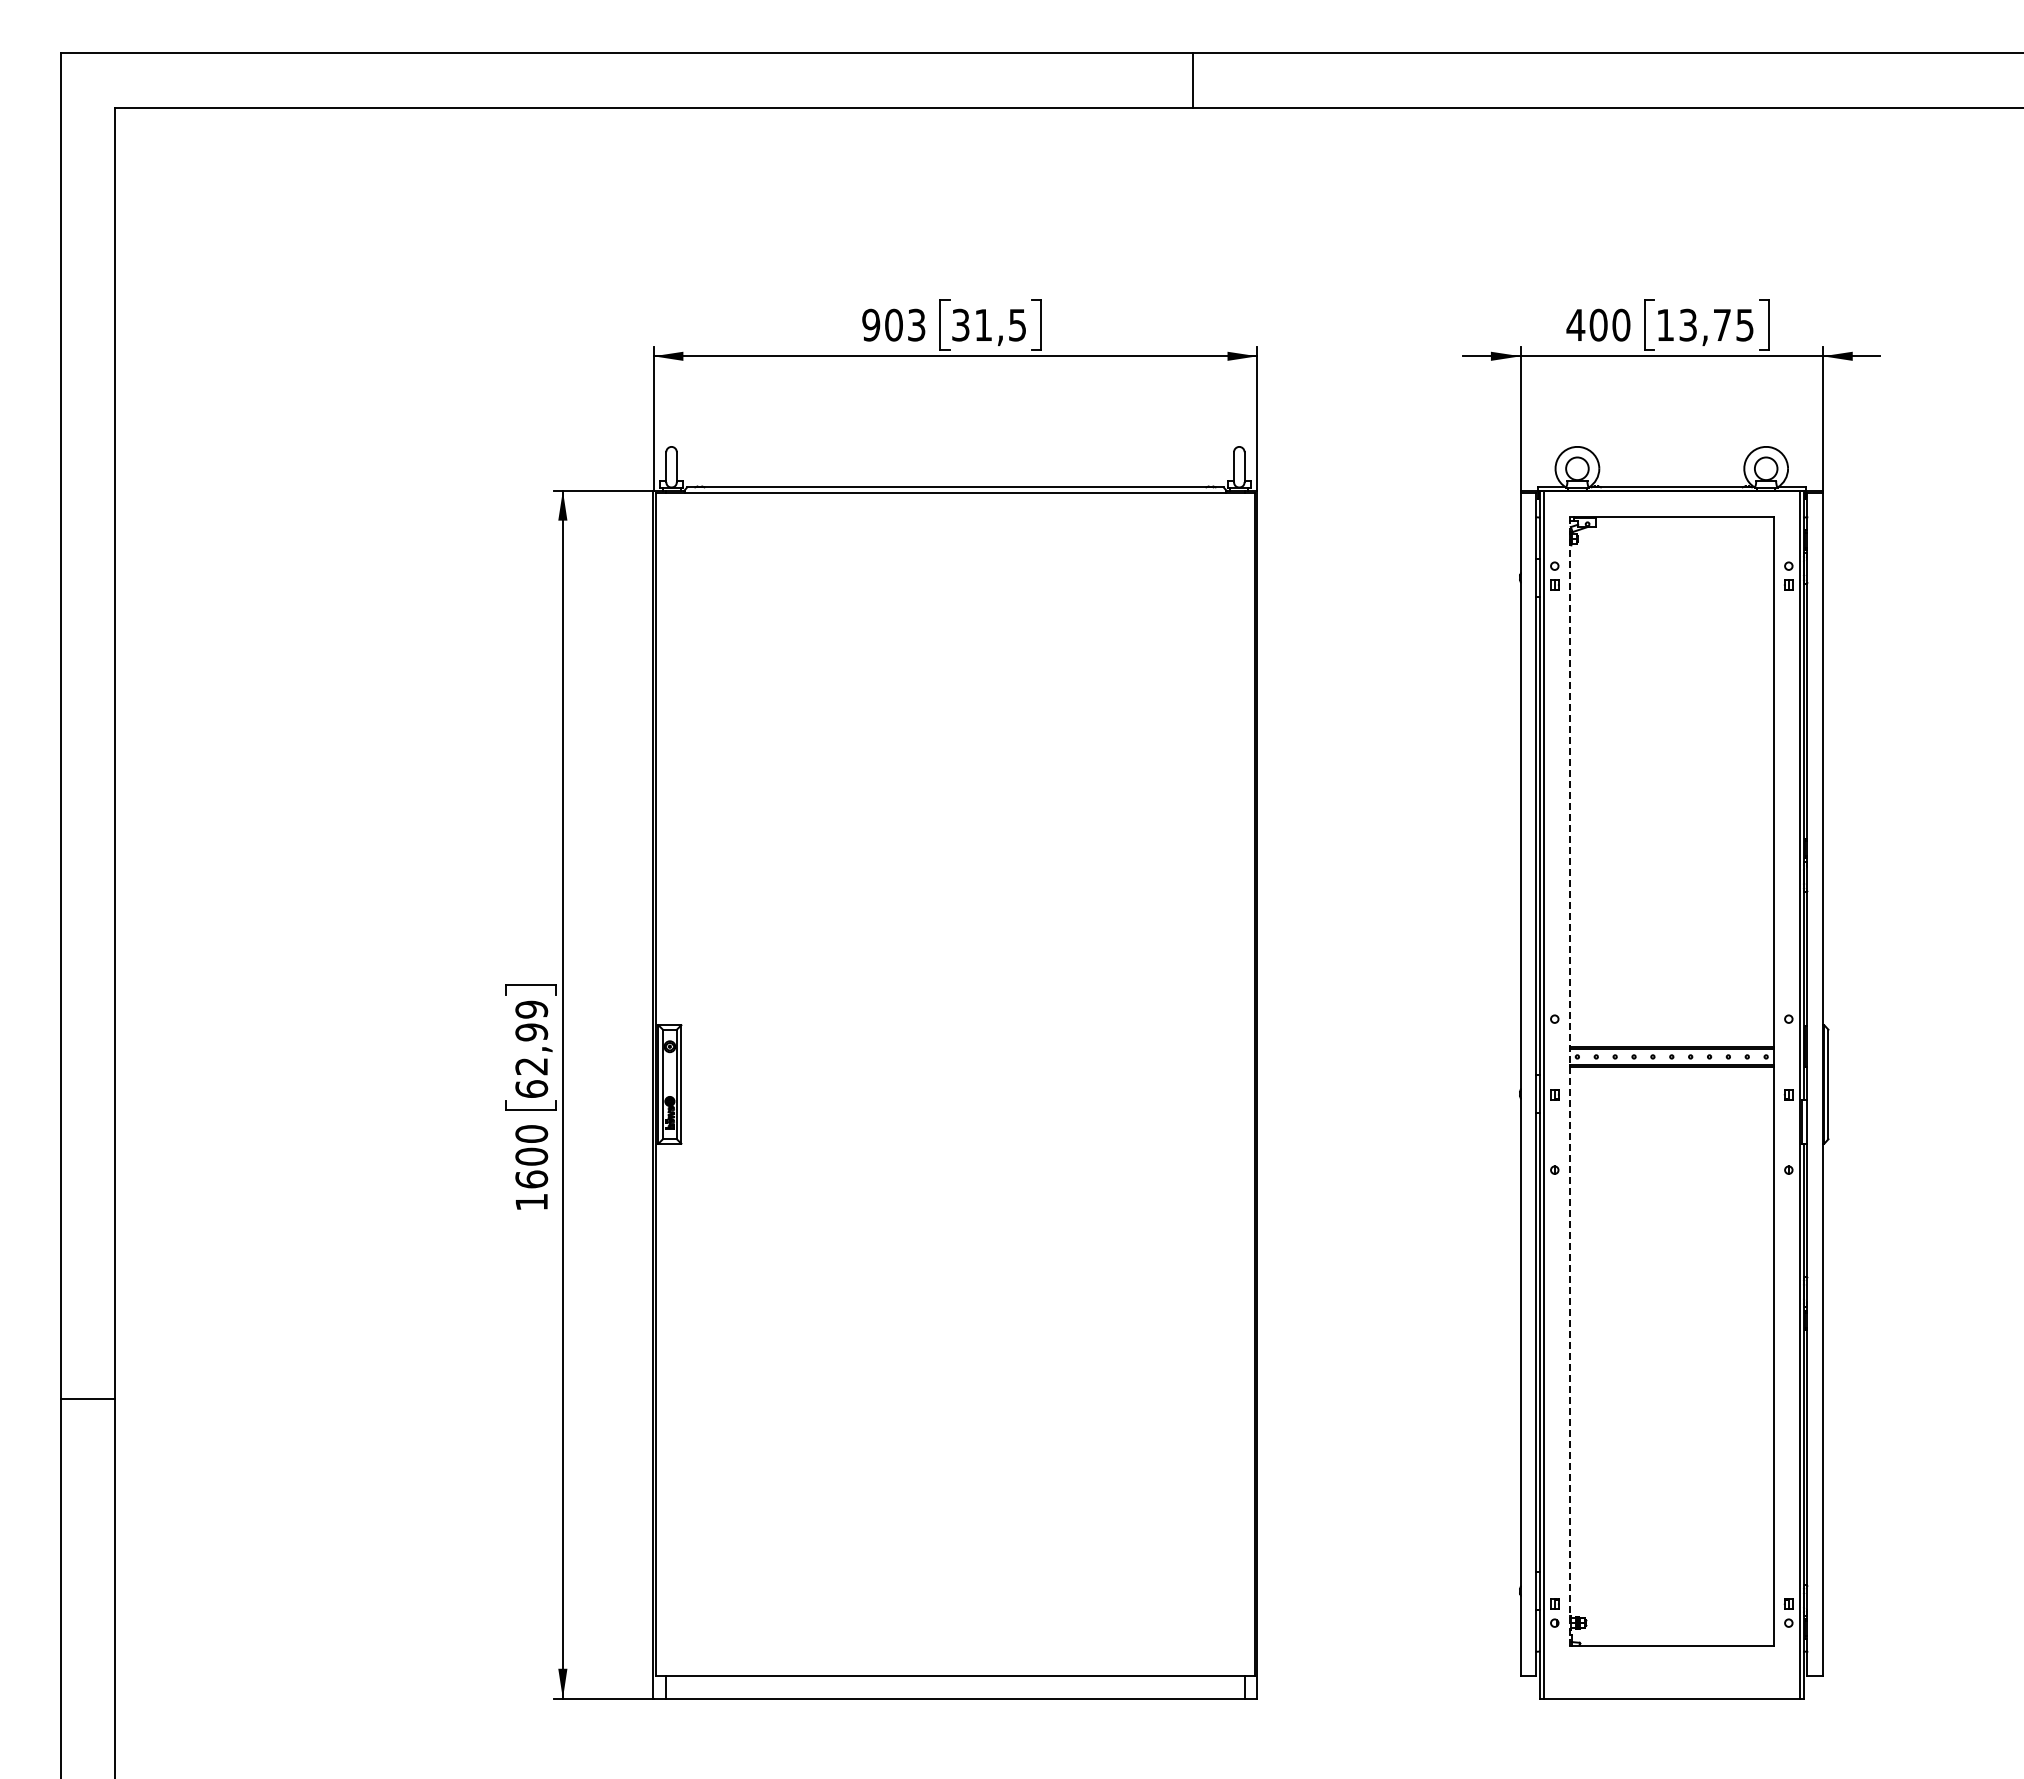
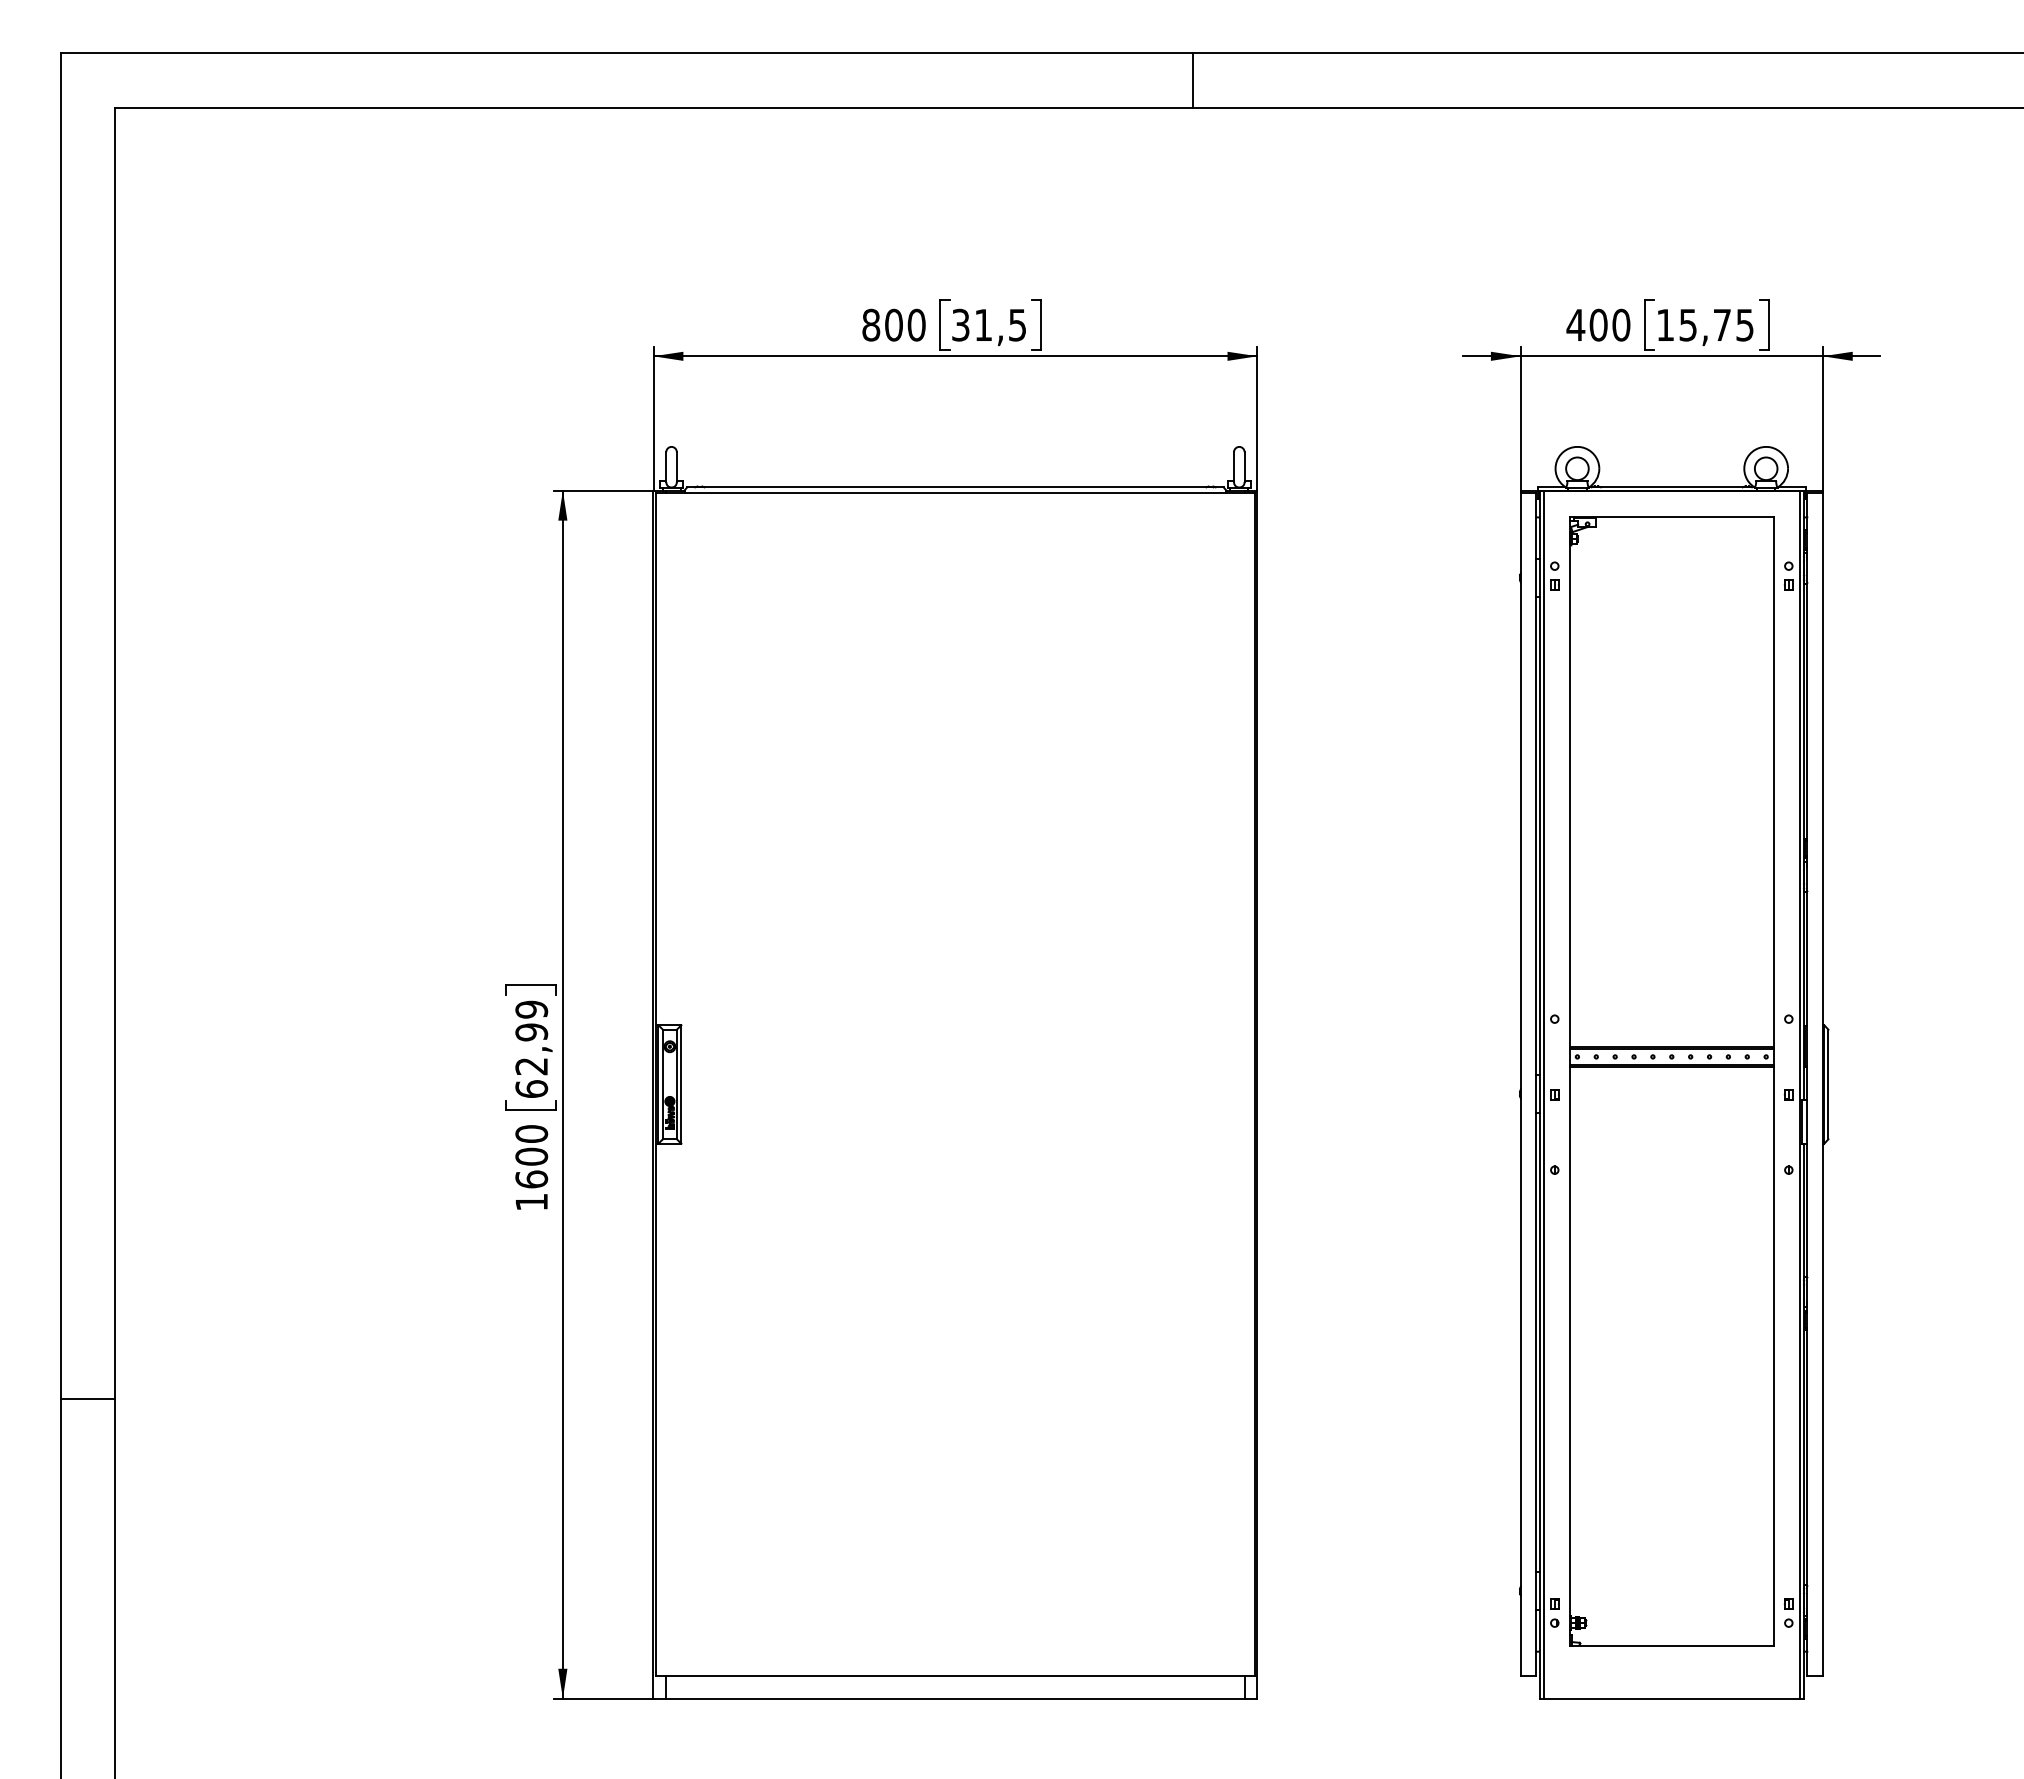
text at (893, 324): 903 -> 800
text at (1688, 324): 13,75 -> 15,75
line at (1569, 1081): dashed -> solid
